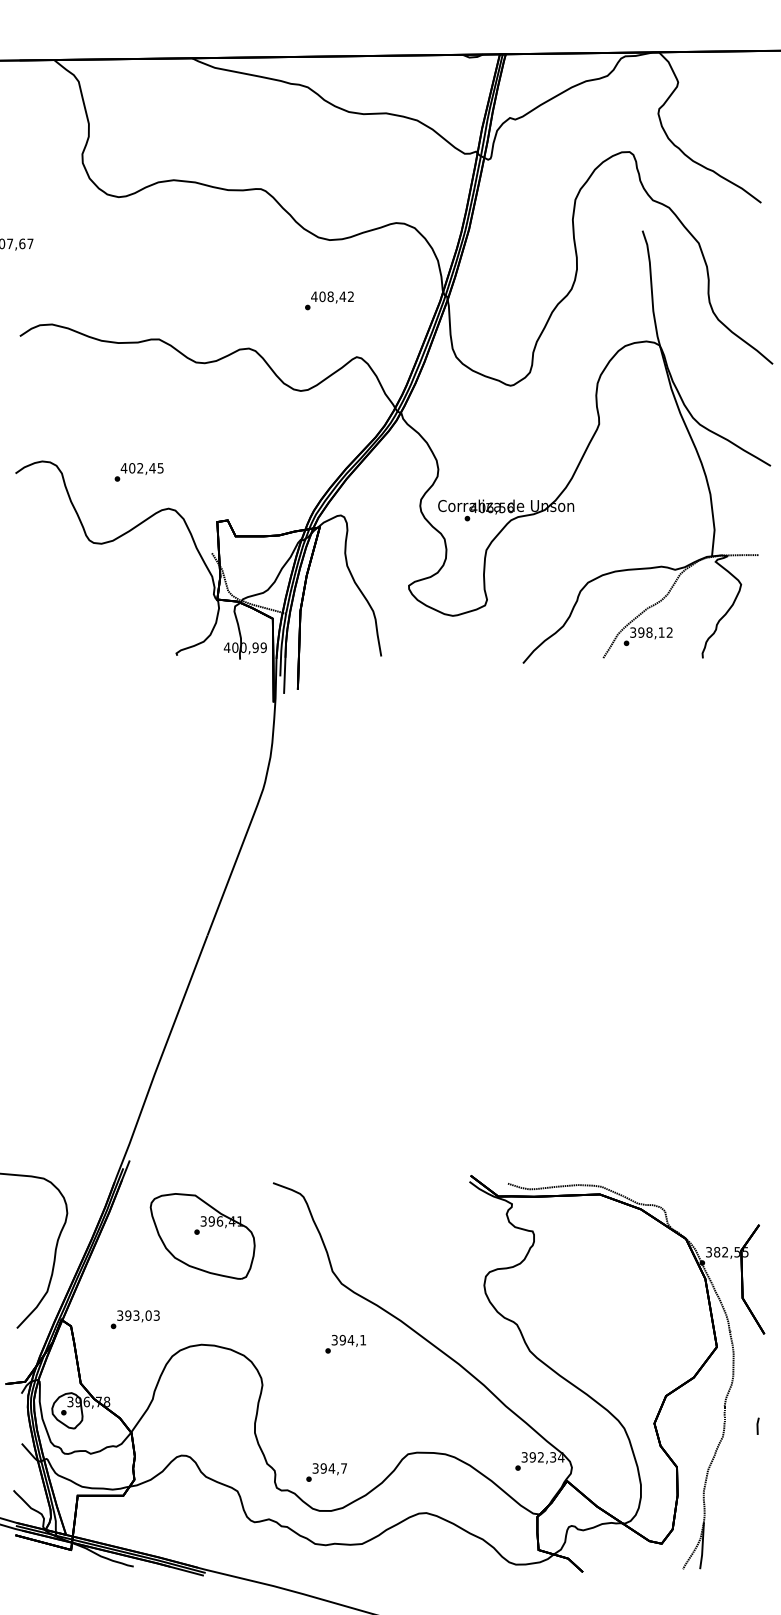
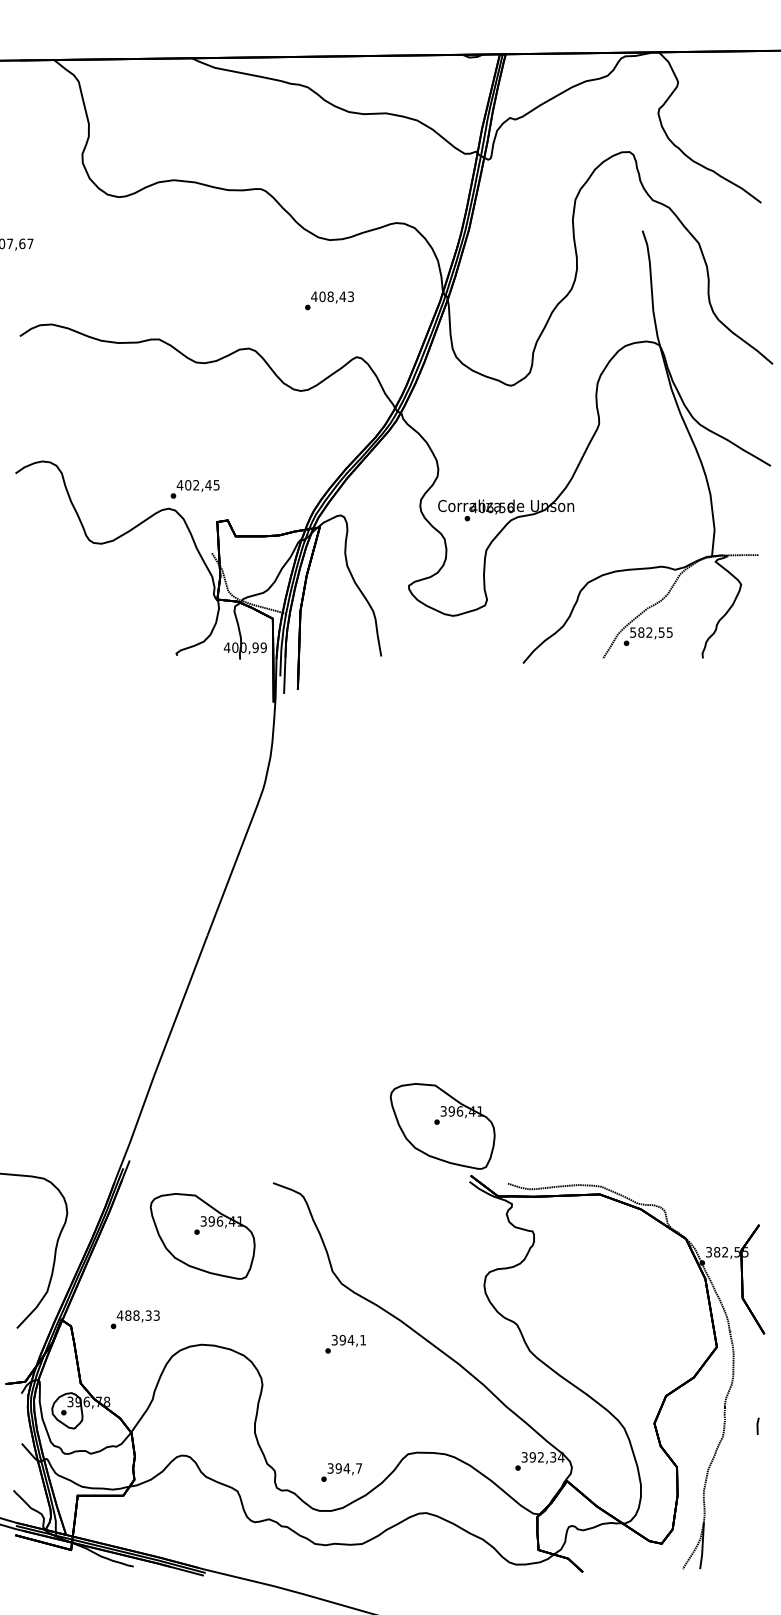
text at (350, 297): 408,42 -> 408,43
text at (138, 472) position: (138, 472) -> (194, 489)
text at (651, 632): 398,12 -> 582,55
part at (442, 1126): none -> present
text at (133, 1315): 393,03 -> 488,33
text at (326, 1472) position: (326, 1472) -> (341, 1472)
